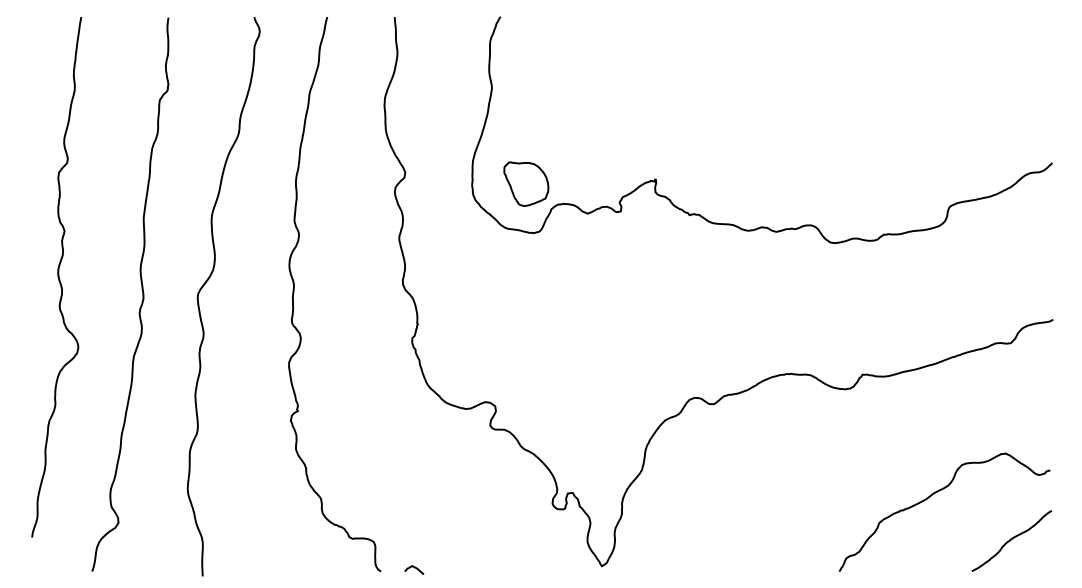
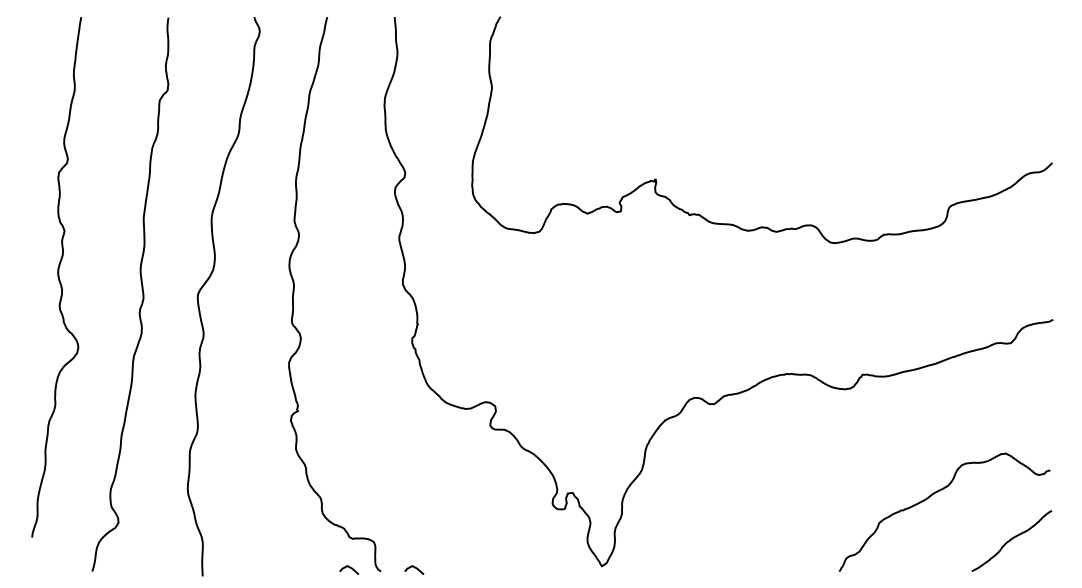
part at (526, 183): present -> none
curve at (349, 568): none -> present
